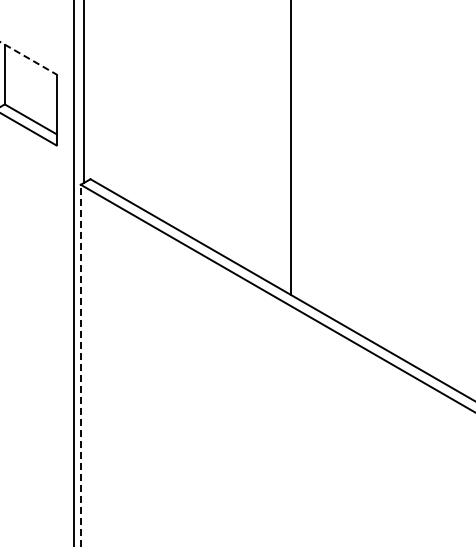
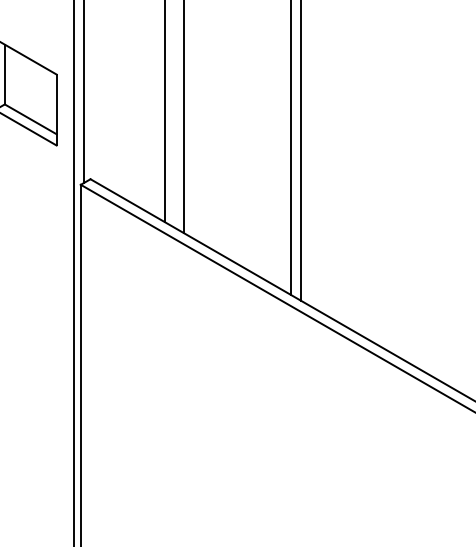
line at (28, 58): dashed -> solid
line at (164, 112): none -> present
line at (184, 117): none -> present
line at (300, 151): none -> present
line at (80, 365): dashed -> solid
